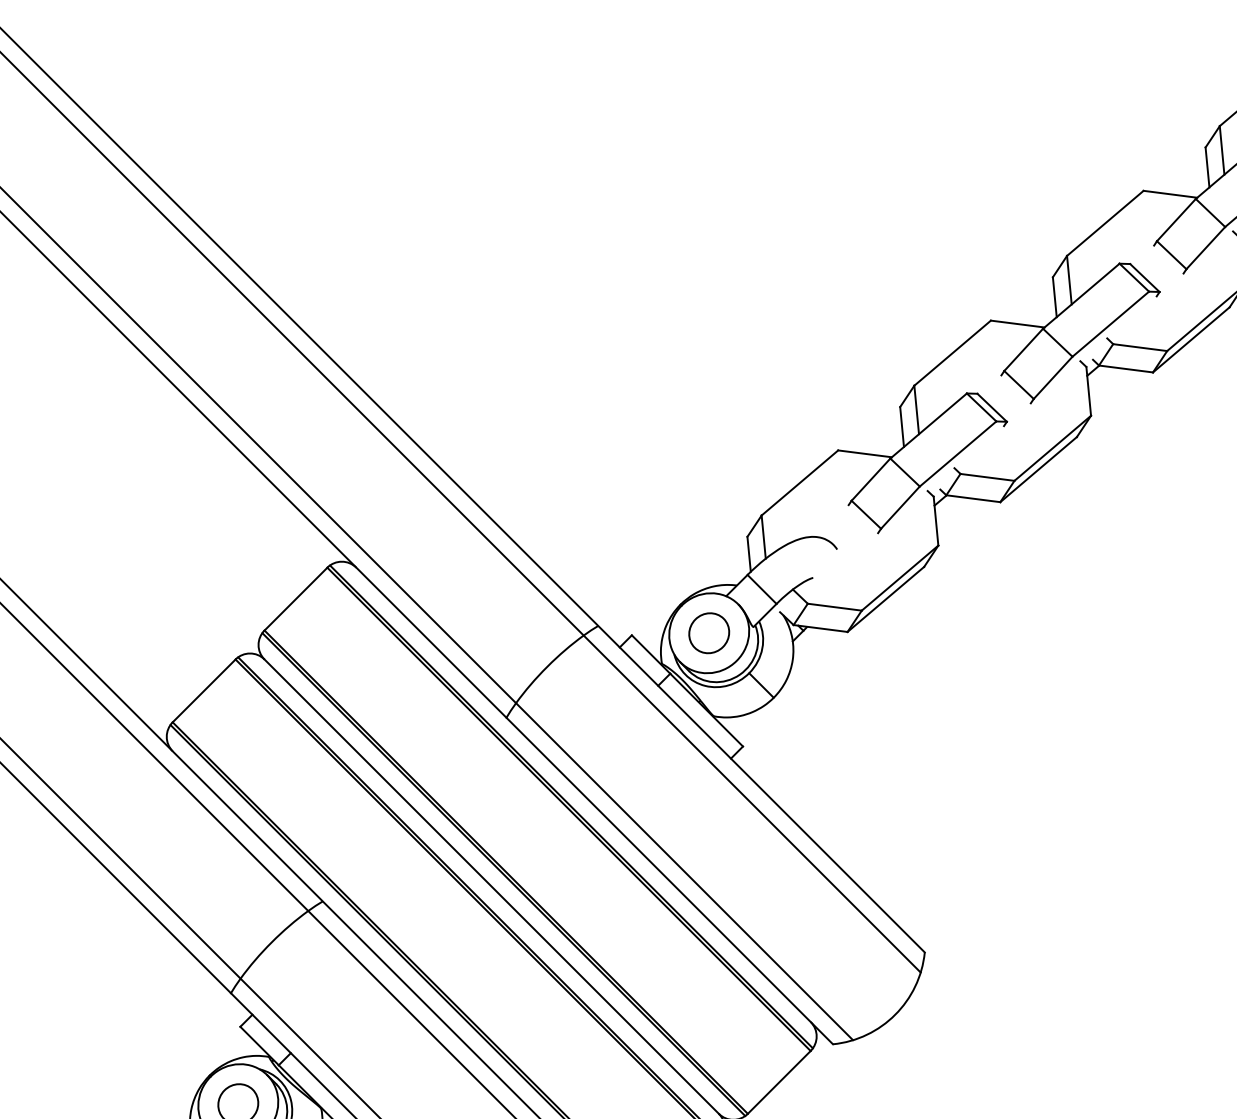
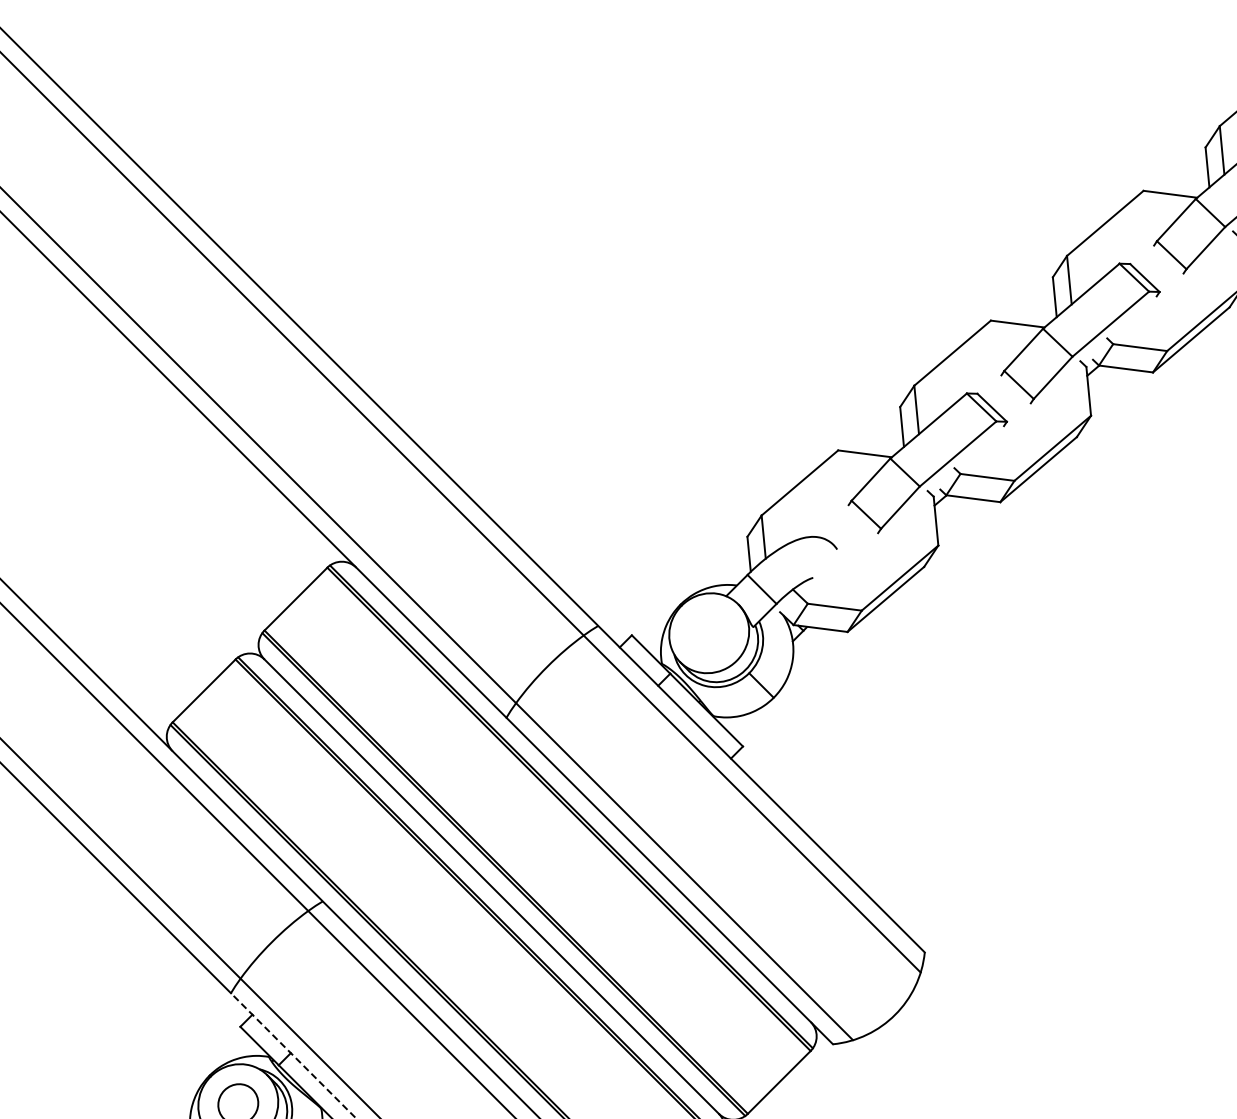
part at (709, 633): present -> none
line at (293, 1055): solid -> dashed
